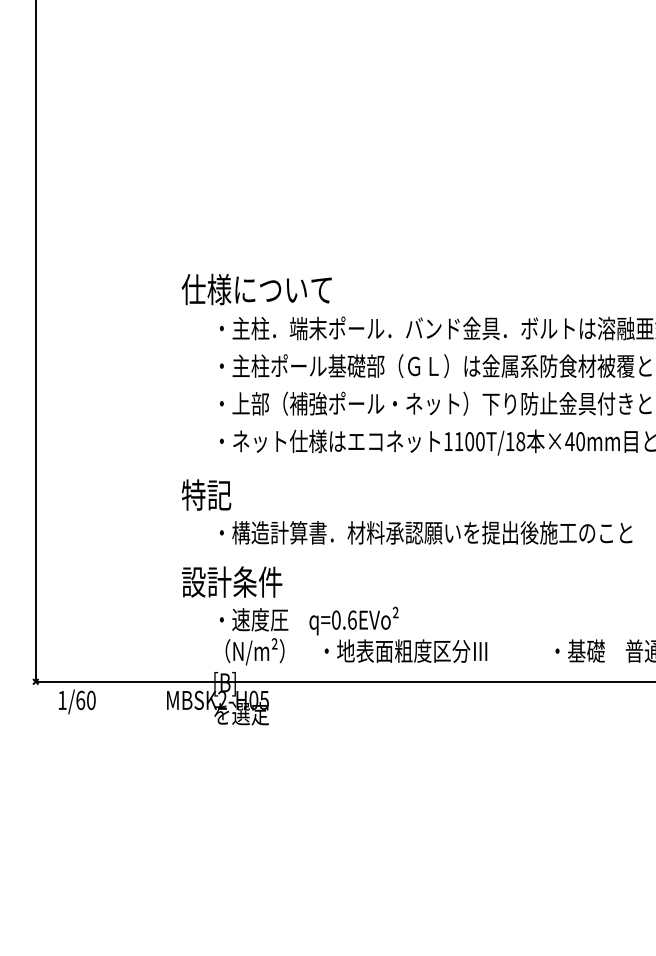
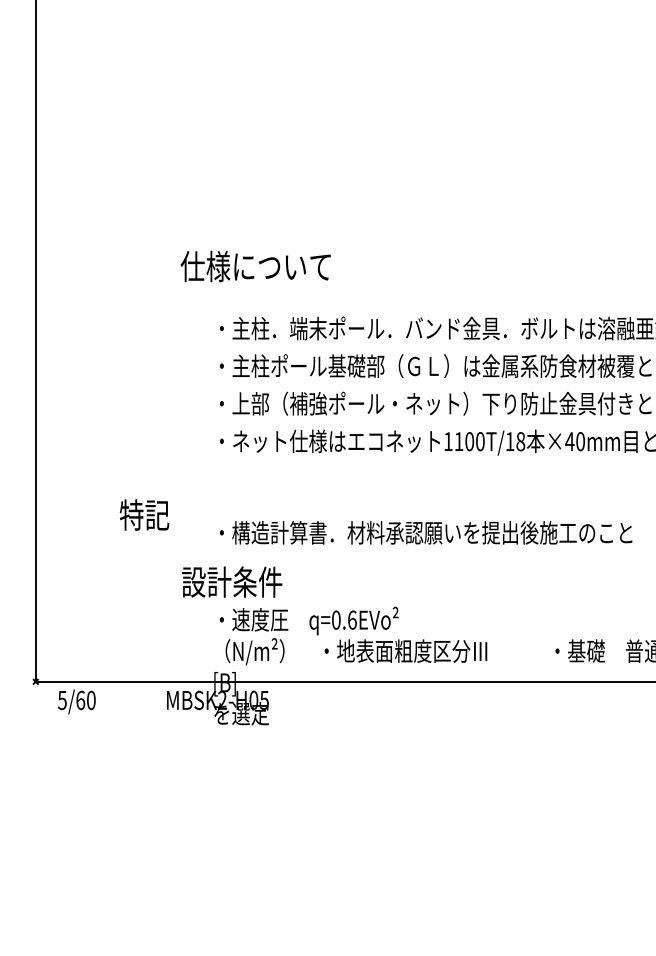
text at (256, 289) position: (256, 289) -> (255, 266)
text at (206, 494) position: (206, 494) -> (144, 514)
text at (61, 700): 1/60 -> 5/60
